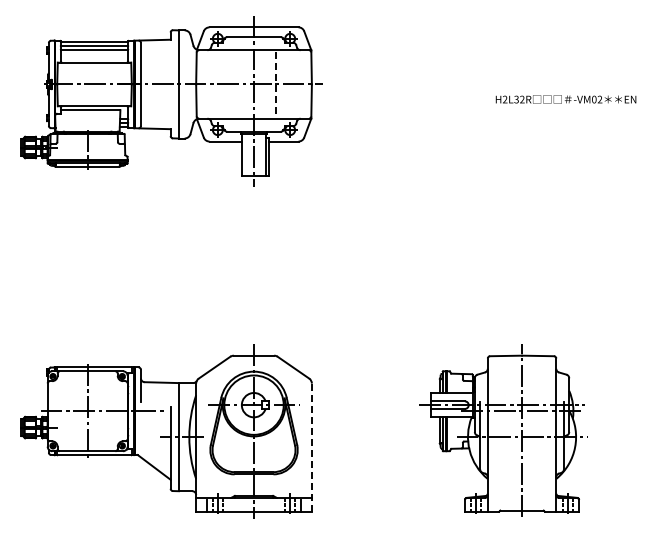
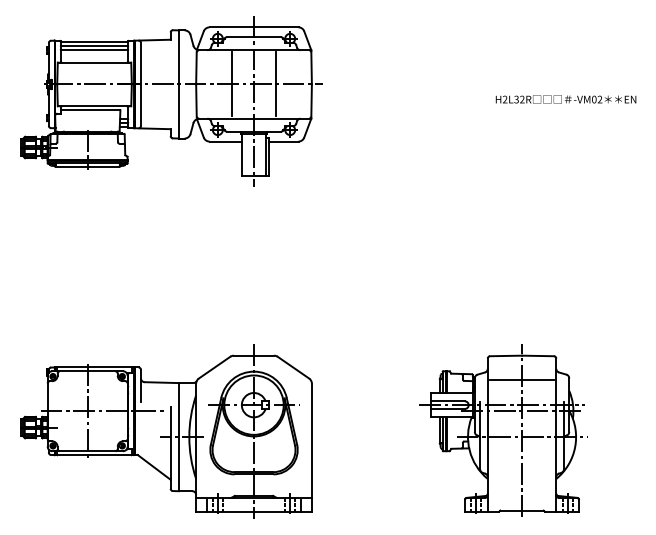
line at (231, 84): none -> present
line at (276, 84): dashed -> solid
line at (521, 380): none -> present
line at (311, 448): dashed -> solid
